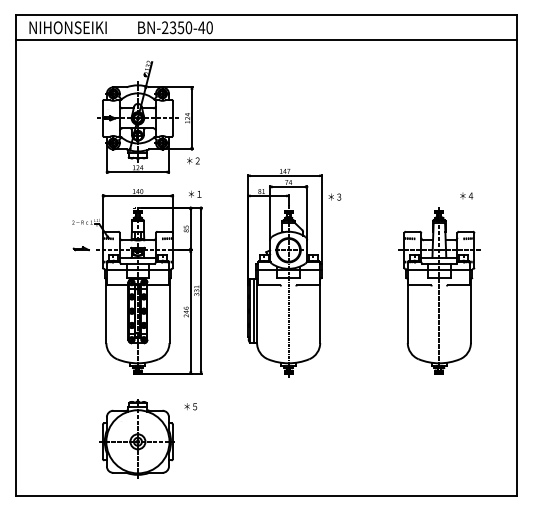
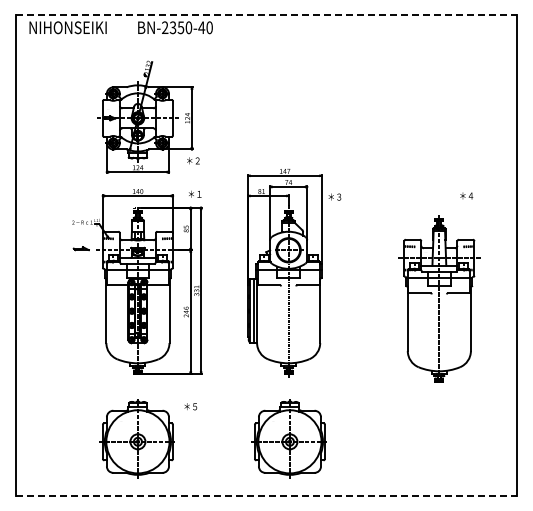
line at (266, 15): solid -> dashed
line at (266, 40): present -> none
part at (439, 290) position: (439, 290) -> (439, 298)
part at (288, 438): none -> present
line at (266, 495): solid -> dashed
